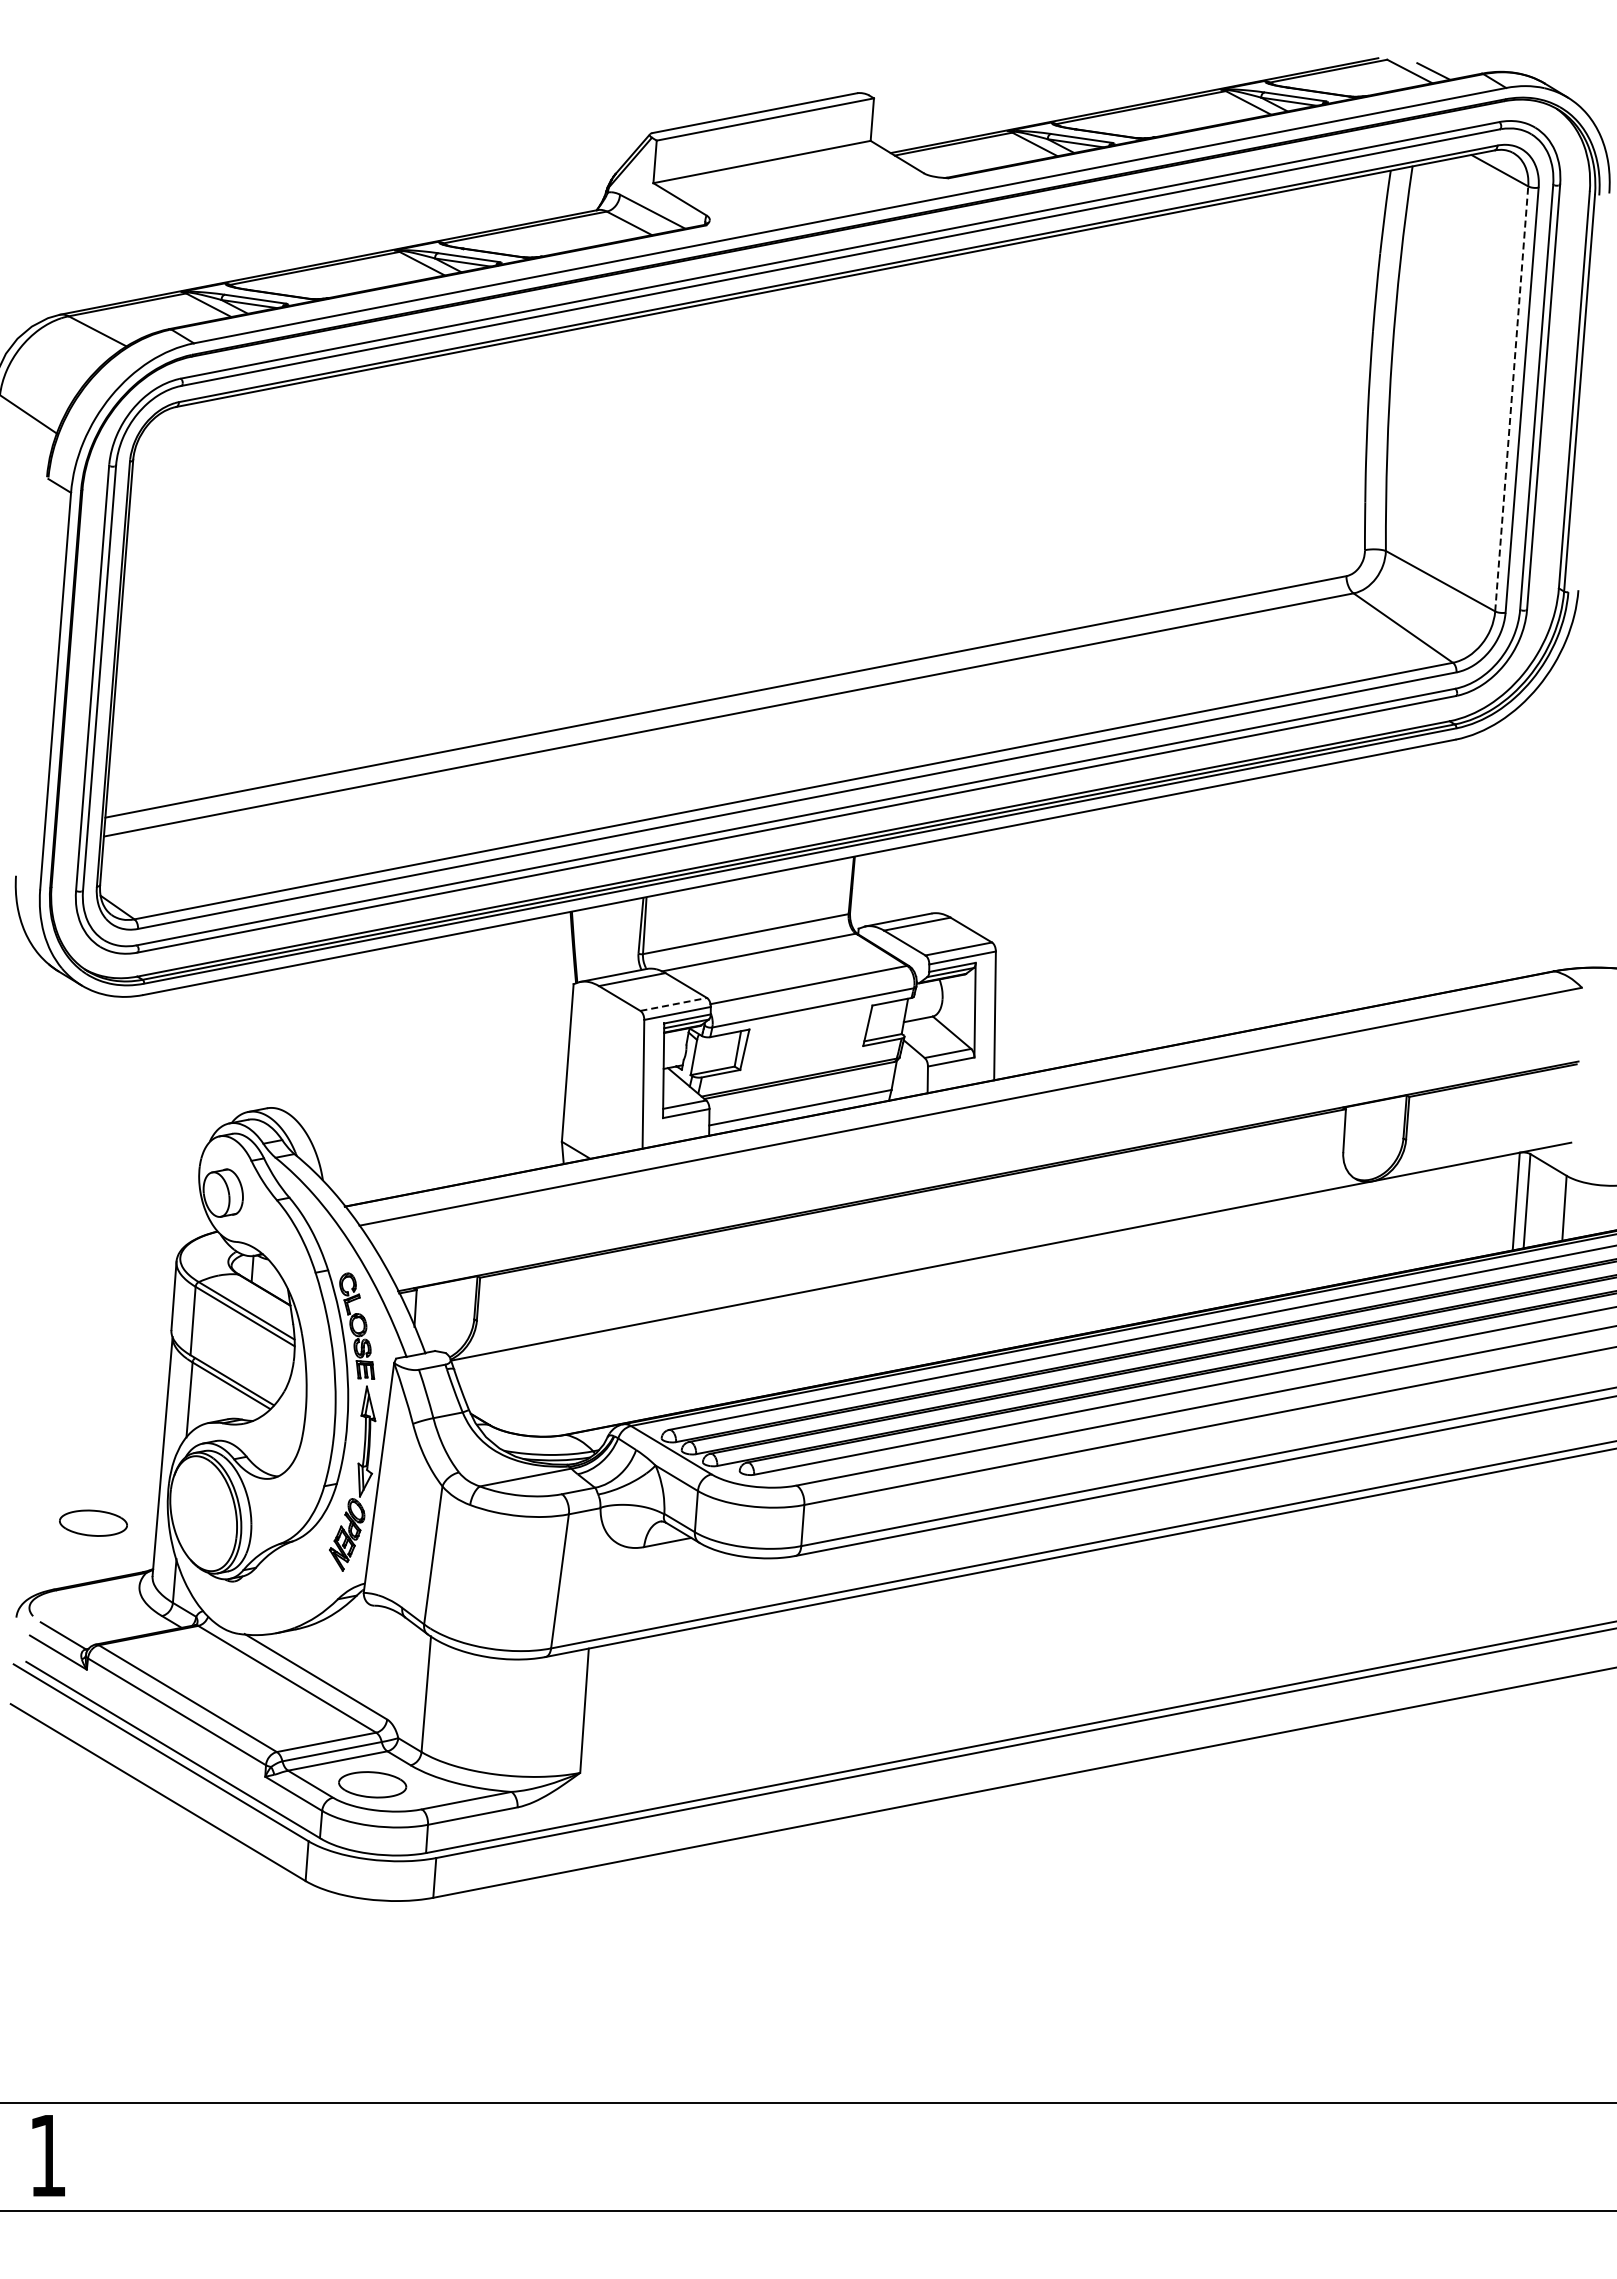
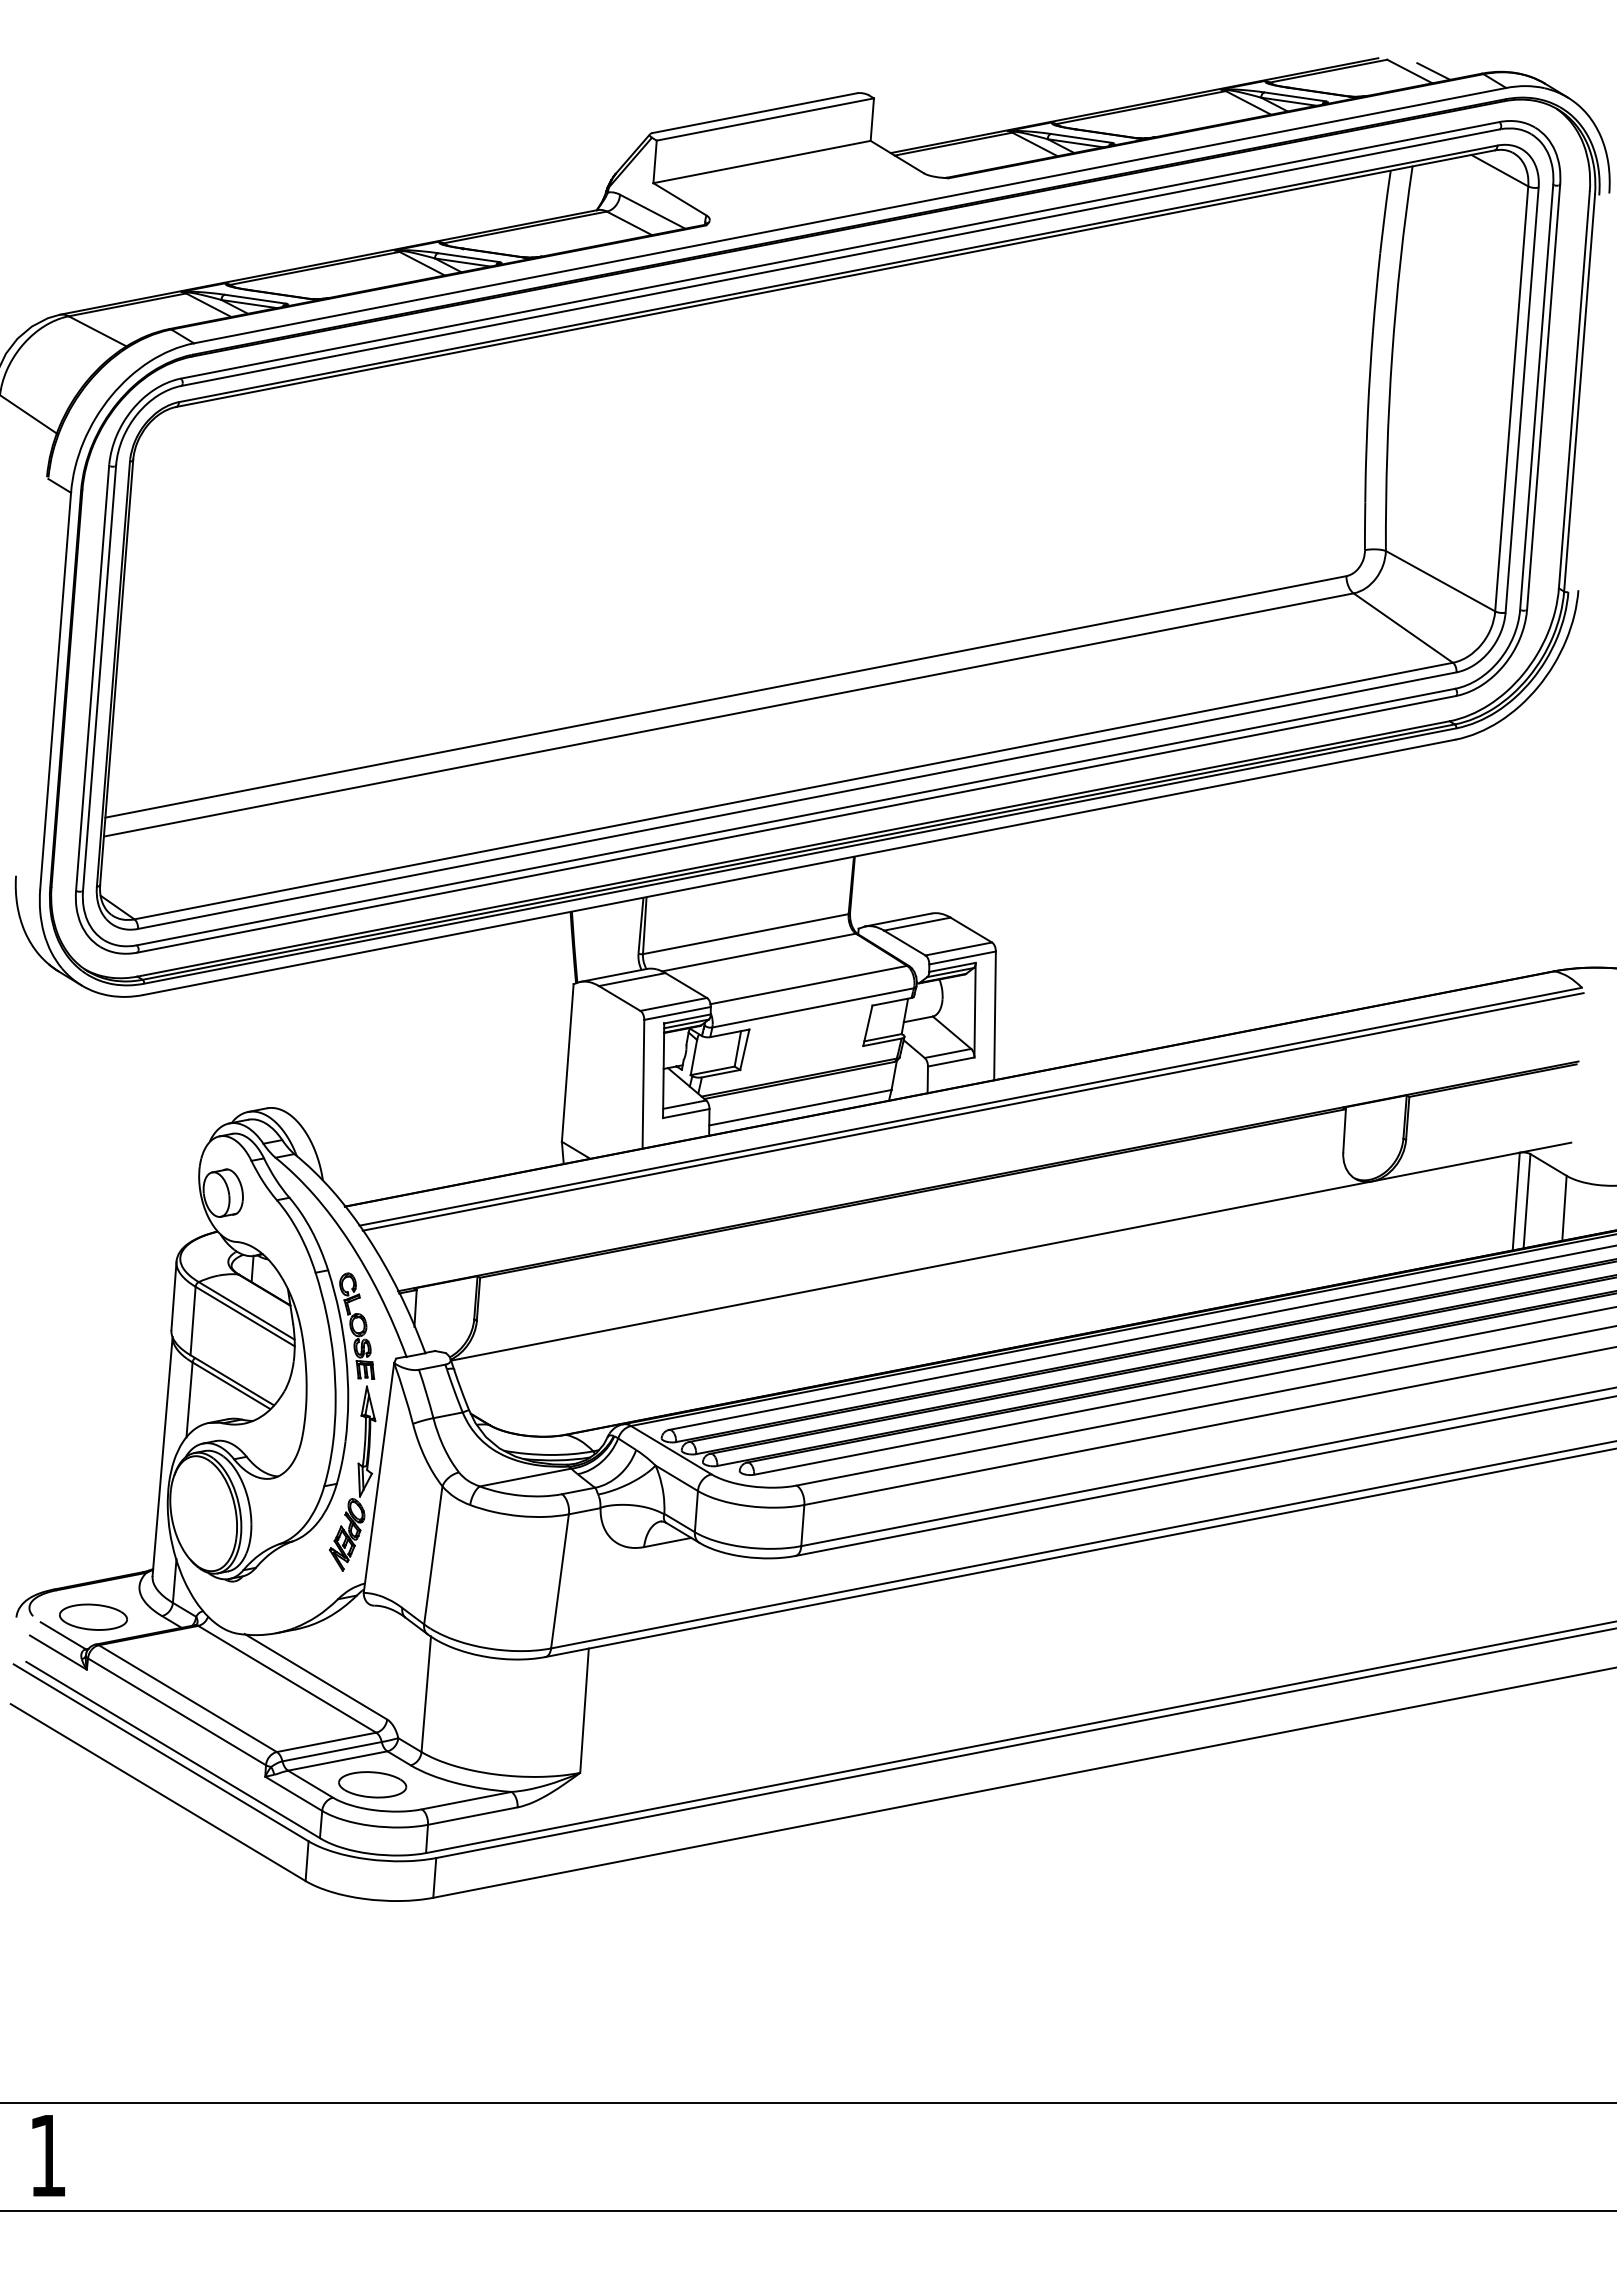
line at (1511, 398): dashed -> solid
line at (673, 1004): dashed -> solid
line at (972, 1111): none -> present
part at (93, 1522) position: (93, 1522) -> (93, 1616)
